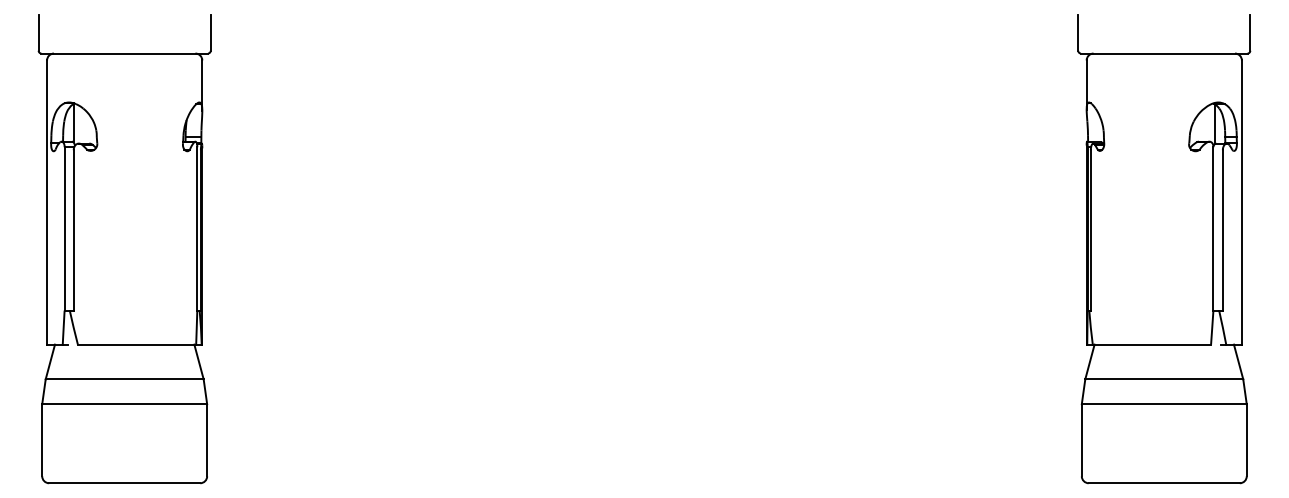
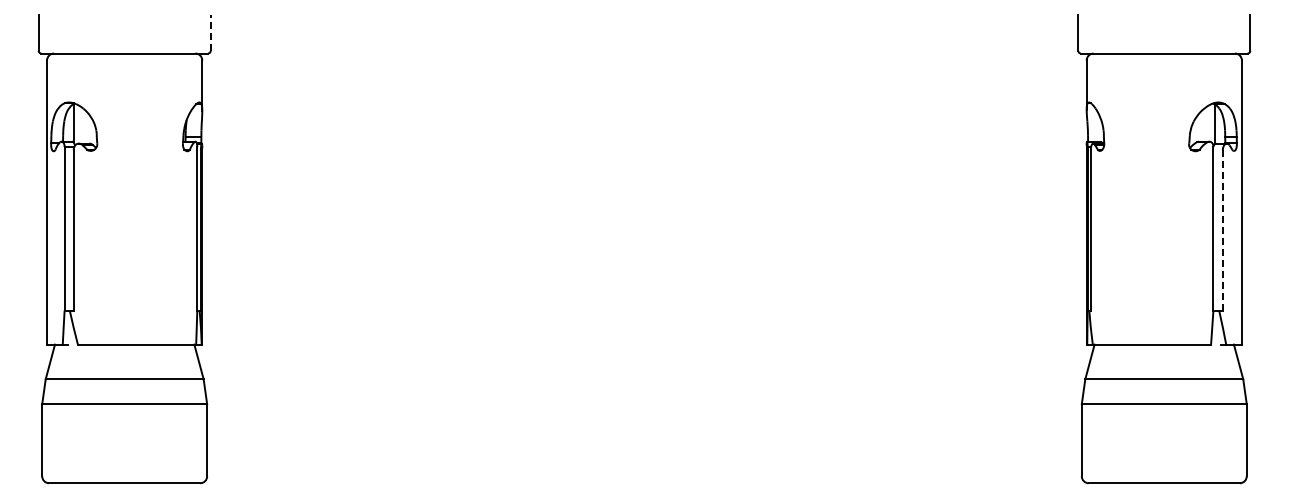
line at (210, 32): solid -> dashed
line at (1222, 230): solid -> dashed
